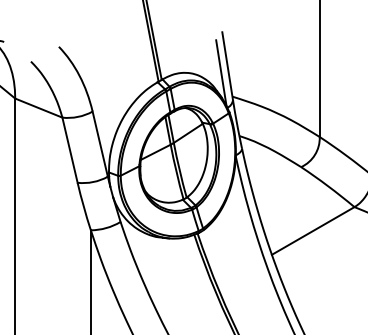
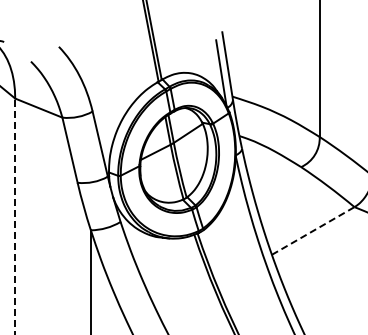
line at (15, 216): solid -> dashed
line at (313, 230): solid -> dashed
